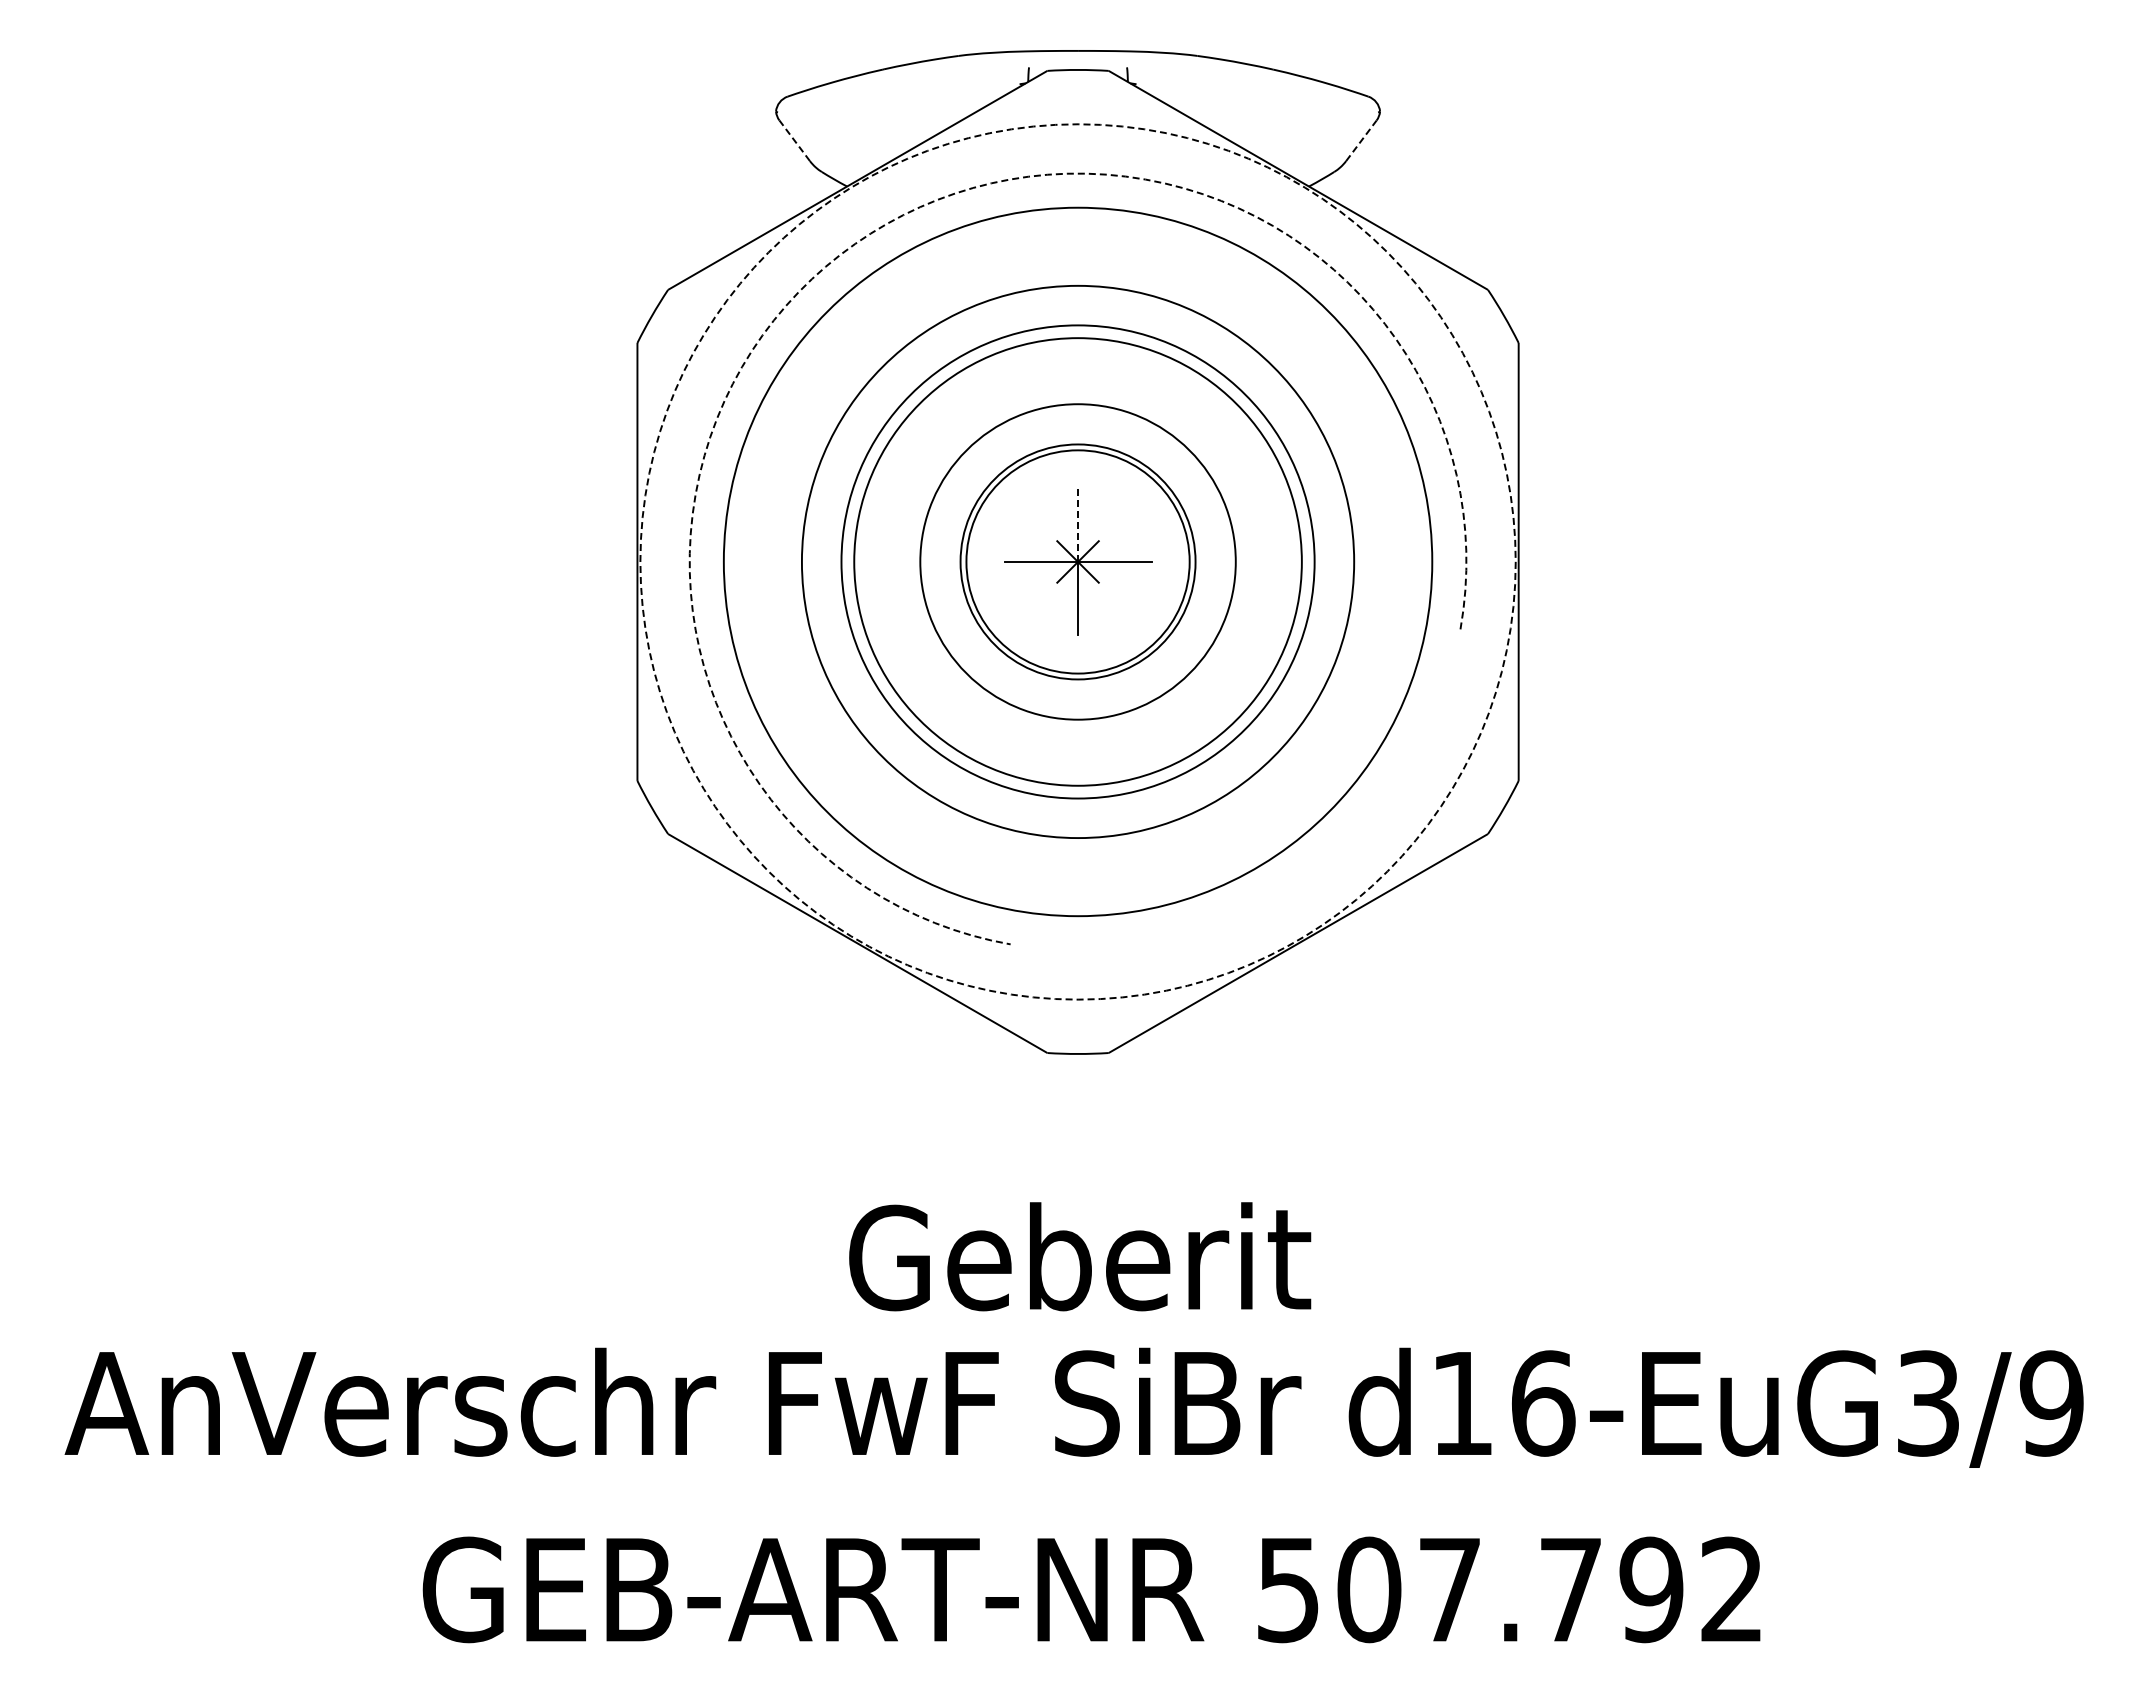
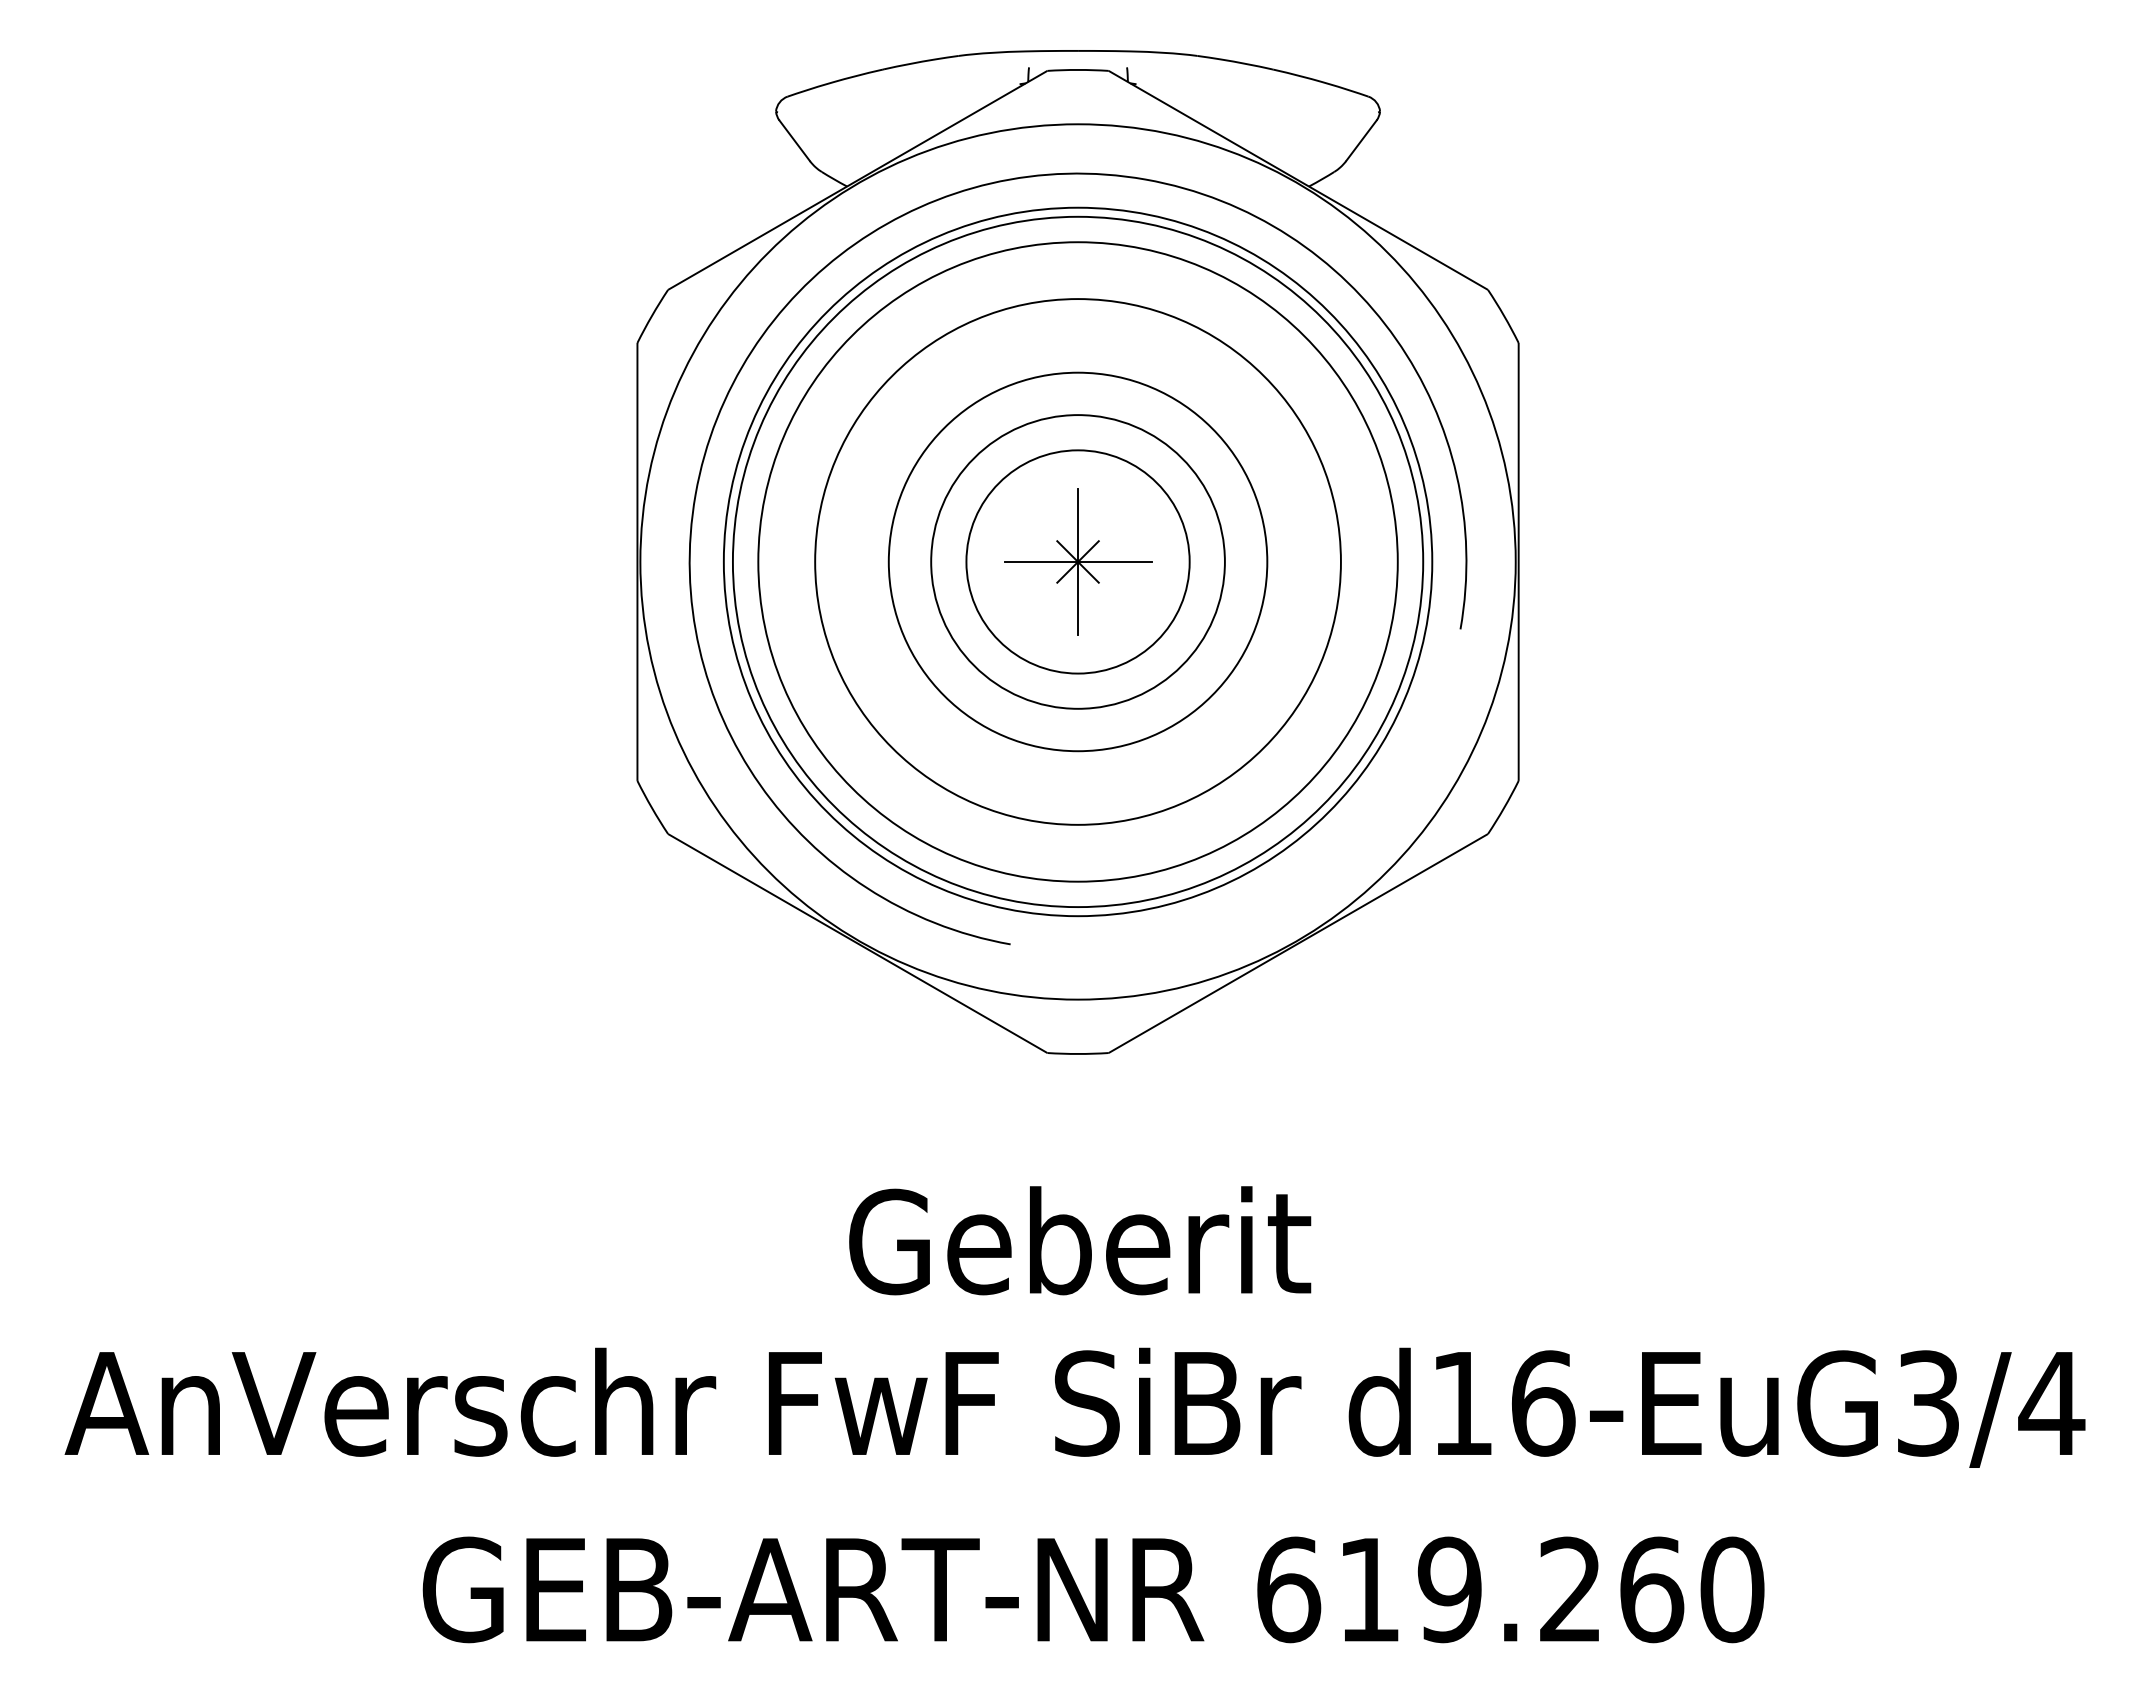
line at (794, 140): dashed -> solid
line at (1361, 140): dashed -> solid
arc at (855, 243): dashed -> solid
line at (1078, 525): dashed -> solid
circle at (1077, 561) diameter: 235 px -> 294 px
circle at (1077, 561) diameter: 315 px -> 526 px
circle at (1077, 561) diameter: 448 px -> 639 px
circle at (1077, 561) diameter: 473 px -> 379 px
circle at (1077, 561) diameter: 552 px -> 690 px
circle at (1077, 561): dashed -> solid
text at (1080, 1256) position: (1080, 1256) -> (1080, 1240)
text at (2051, 1403): d16-EuG3/9 -> d16-EuG3/4
text at (1510, 1589): 507.792 -> 619.260
